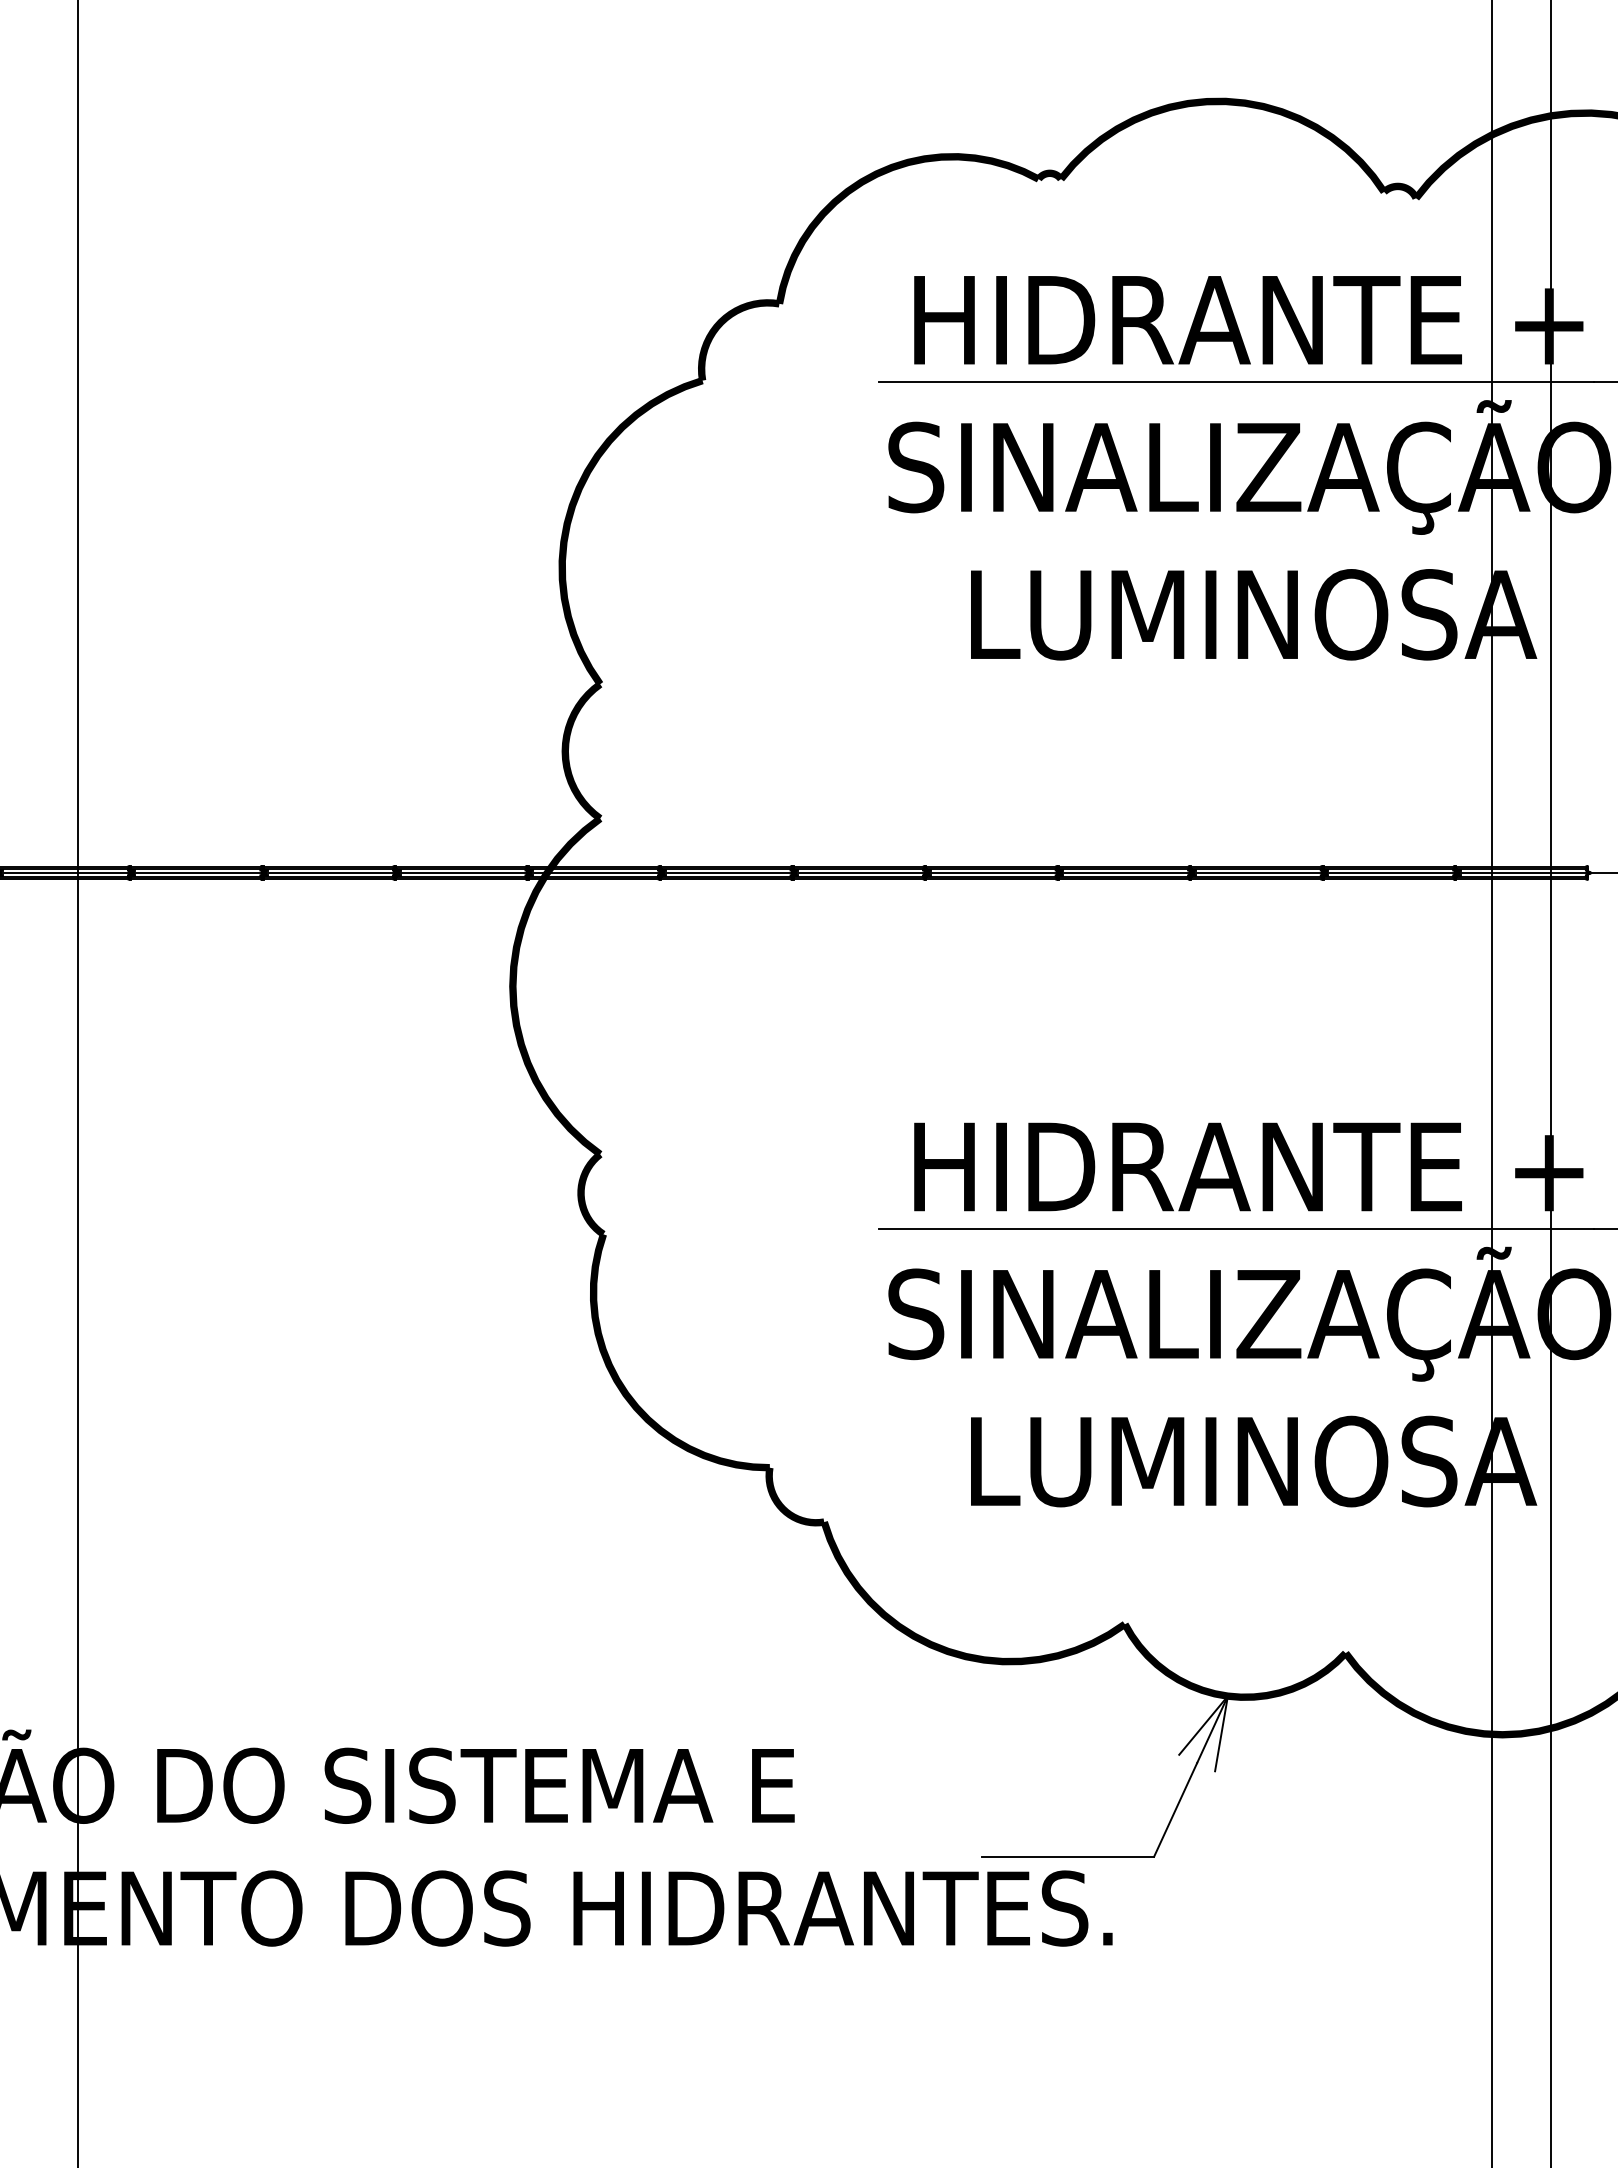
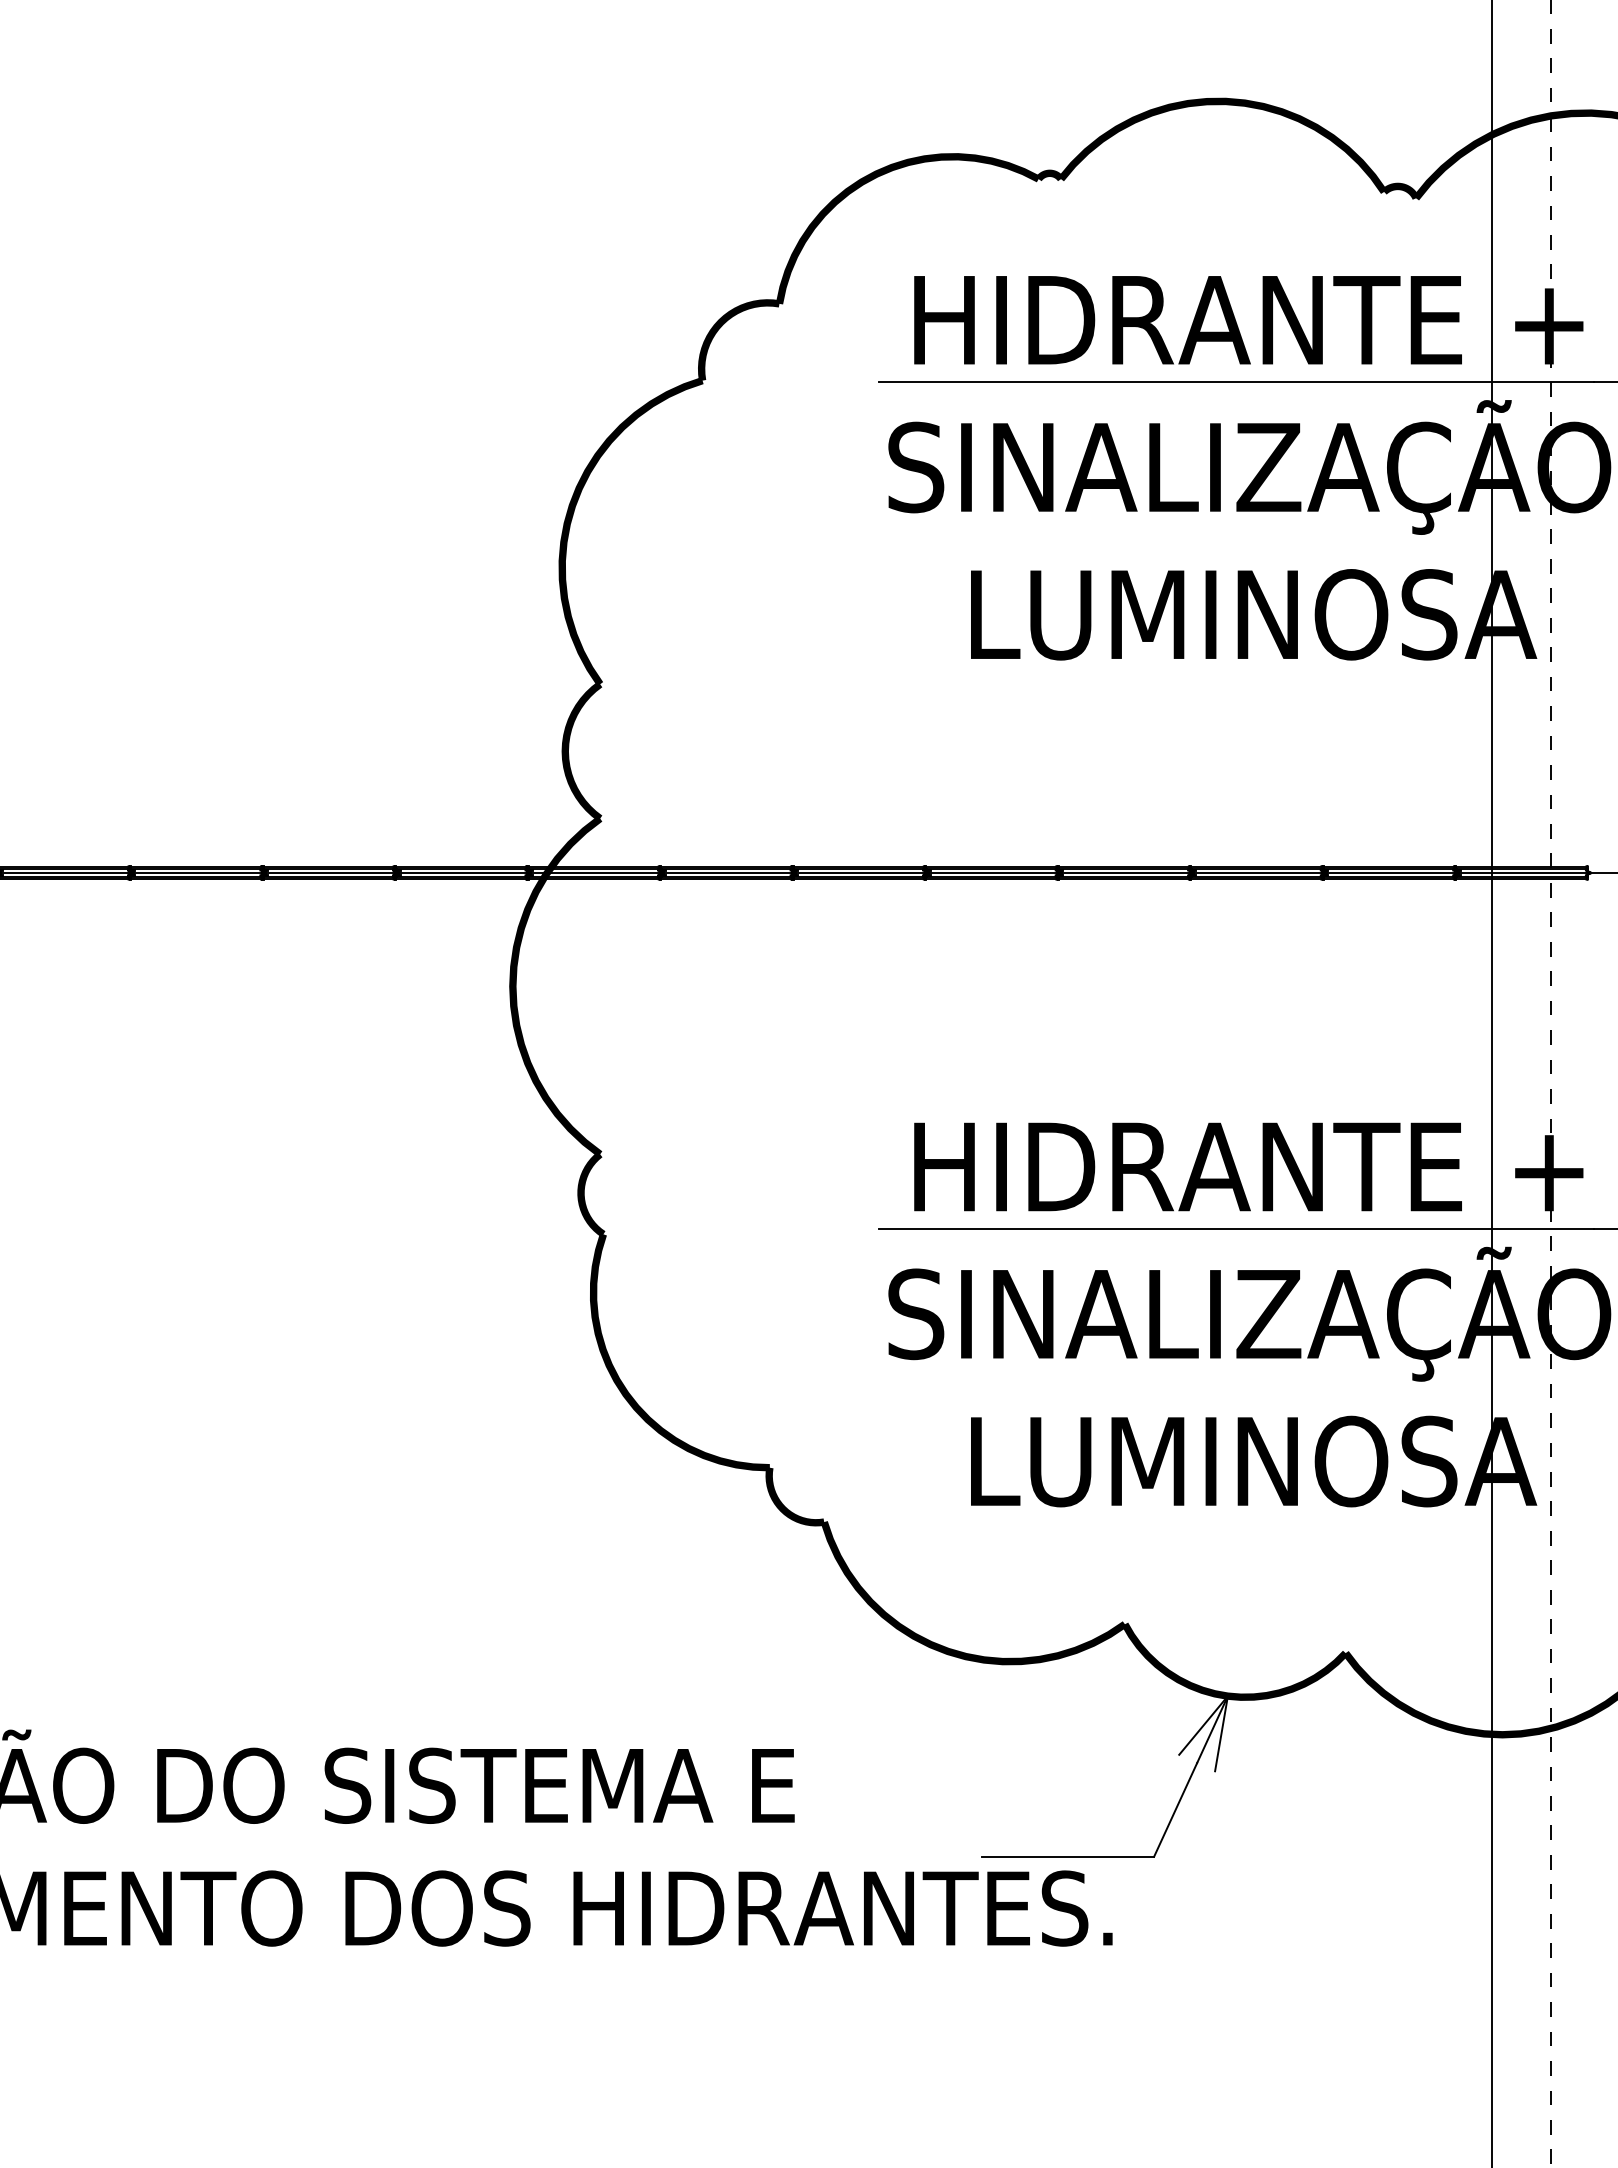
line at (78, 1083): present -> none
line at (1550, 1083): solid -> dashed
